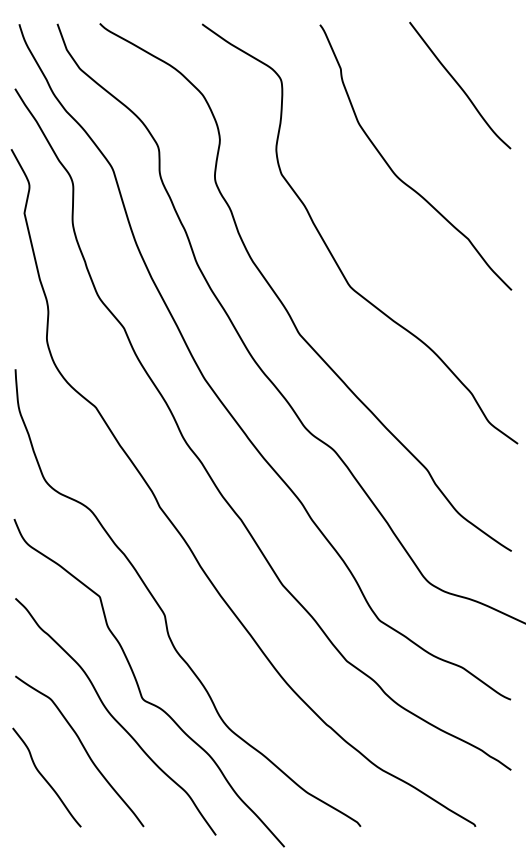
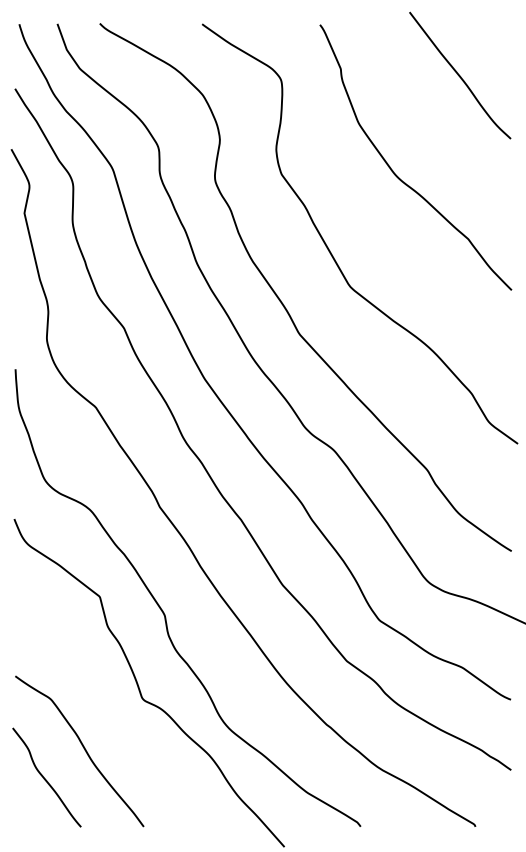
curve at (460, 85) position: (460, 85) -> (460, 75)
curve at (114, 717): present -> none
